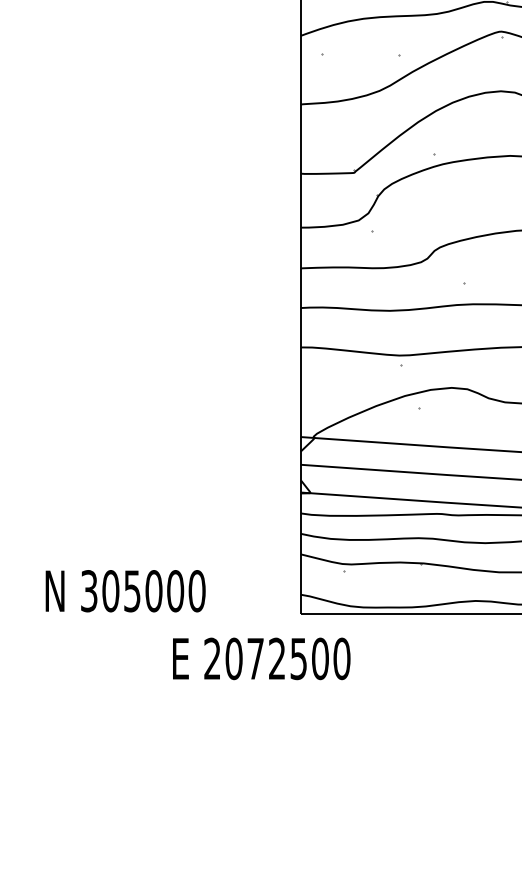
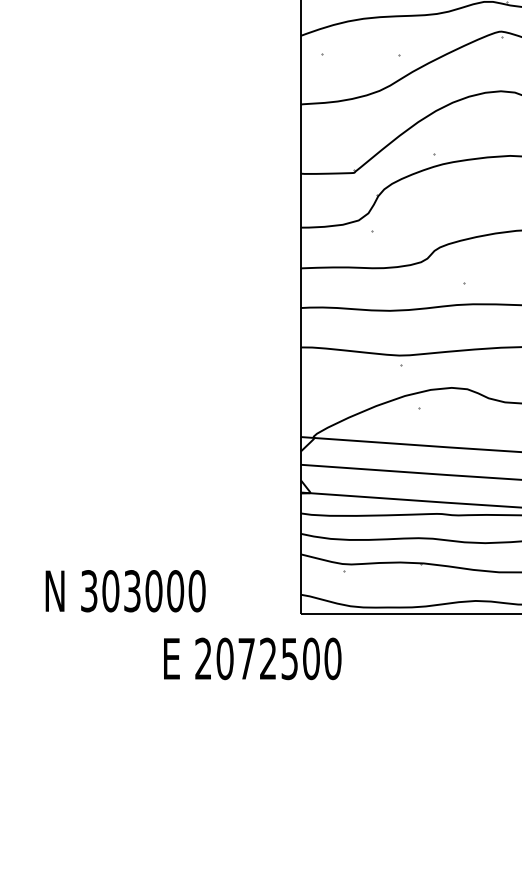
text at (132, 590): 305000 -> 303000
text at (261, 658) position: (261, 658) -> (252, 658)
